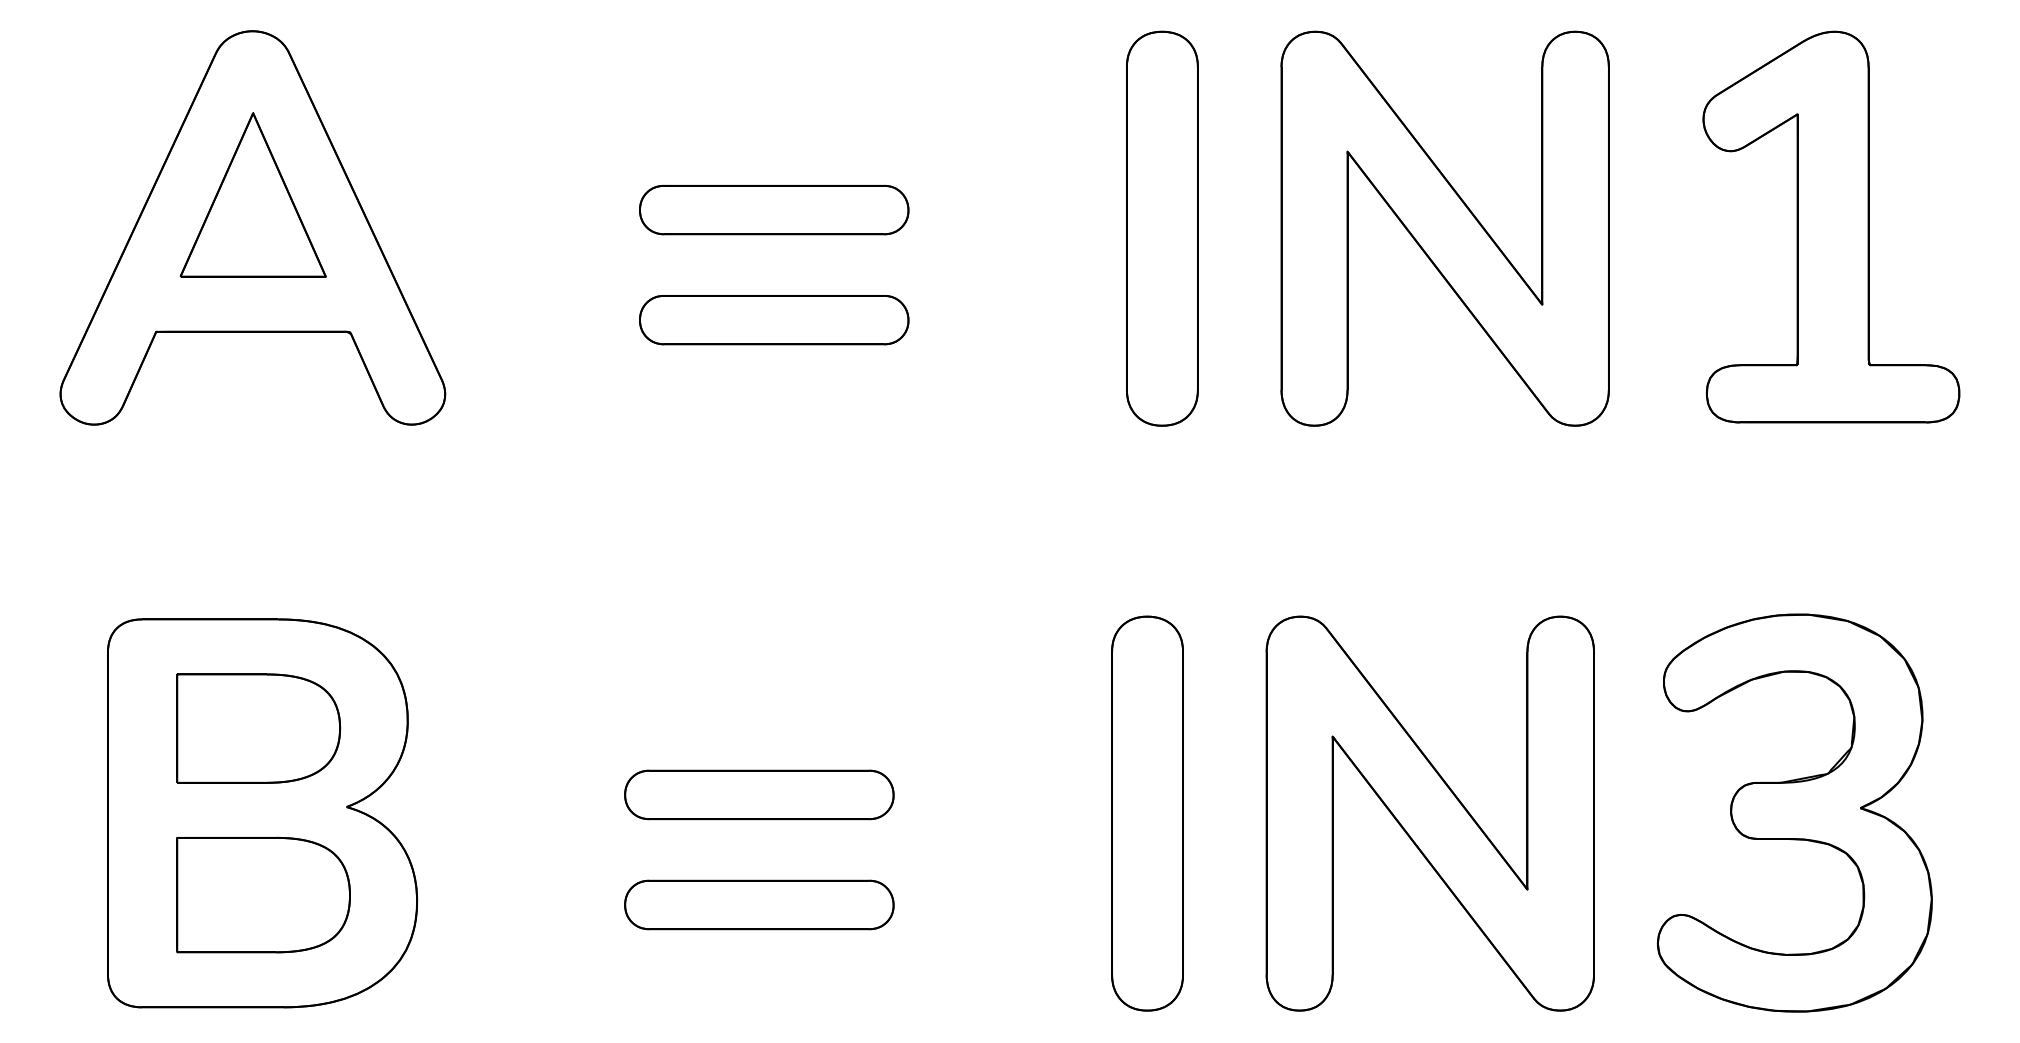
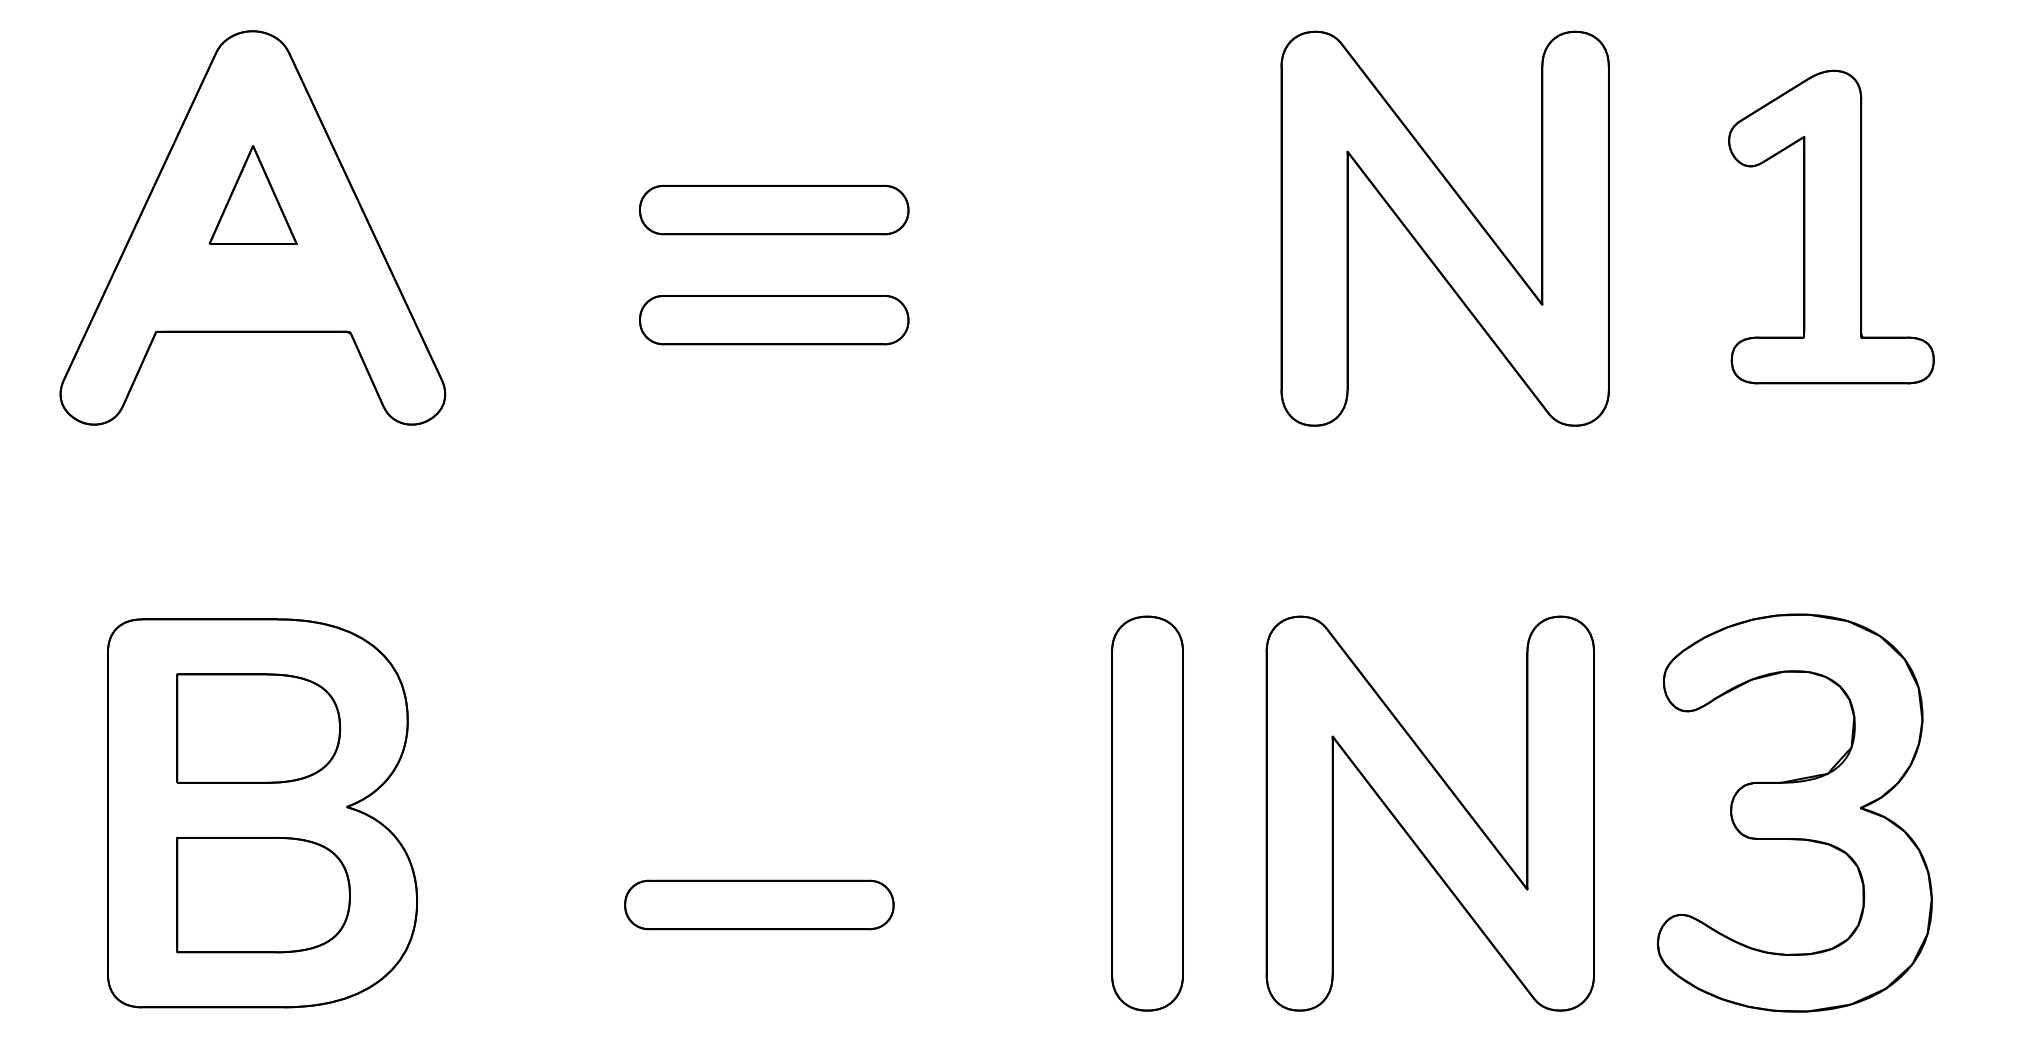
part at (252, 194) size: 148x166 px -> 90x101 px
part at (1831, 226) size: 259x394 px -> 207x316 px
part at (1162, 228): present -> none
part at (759, 794): present -> none
